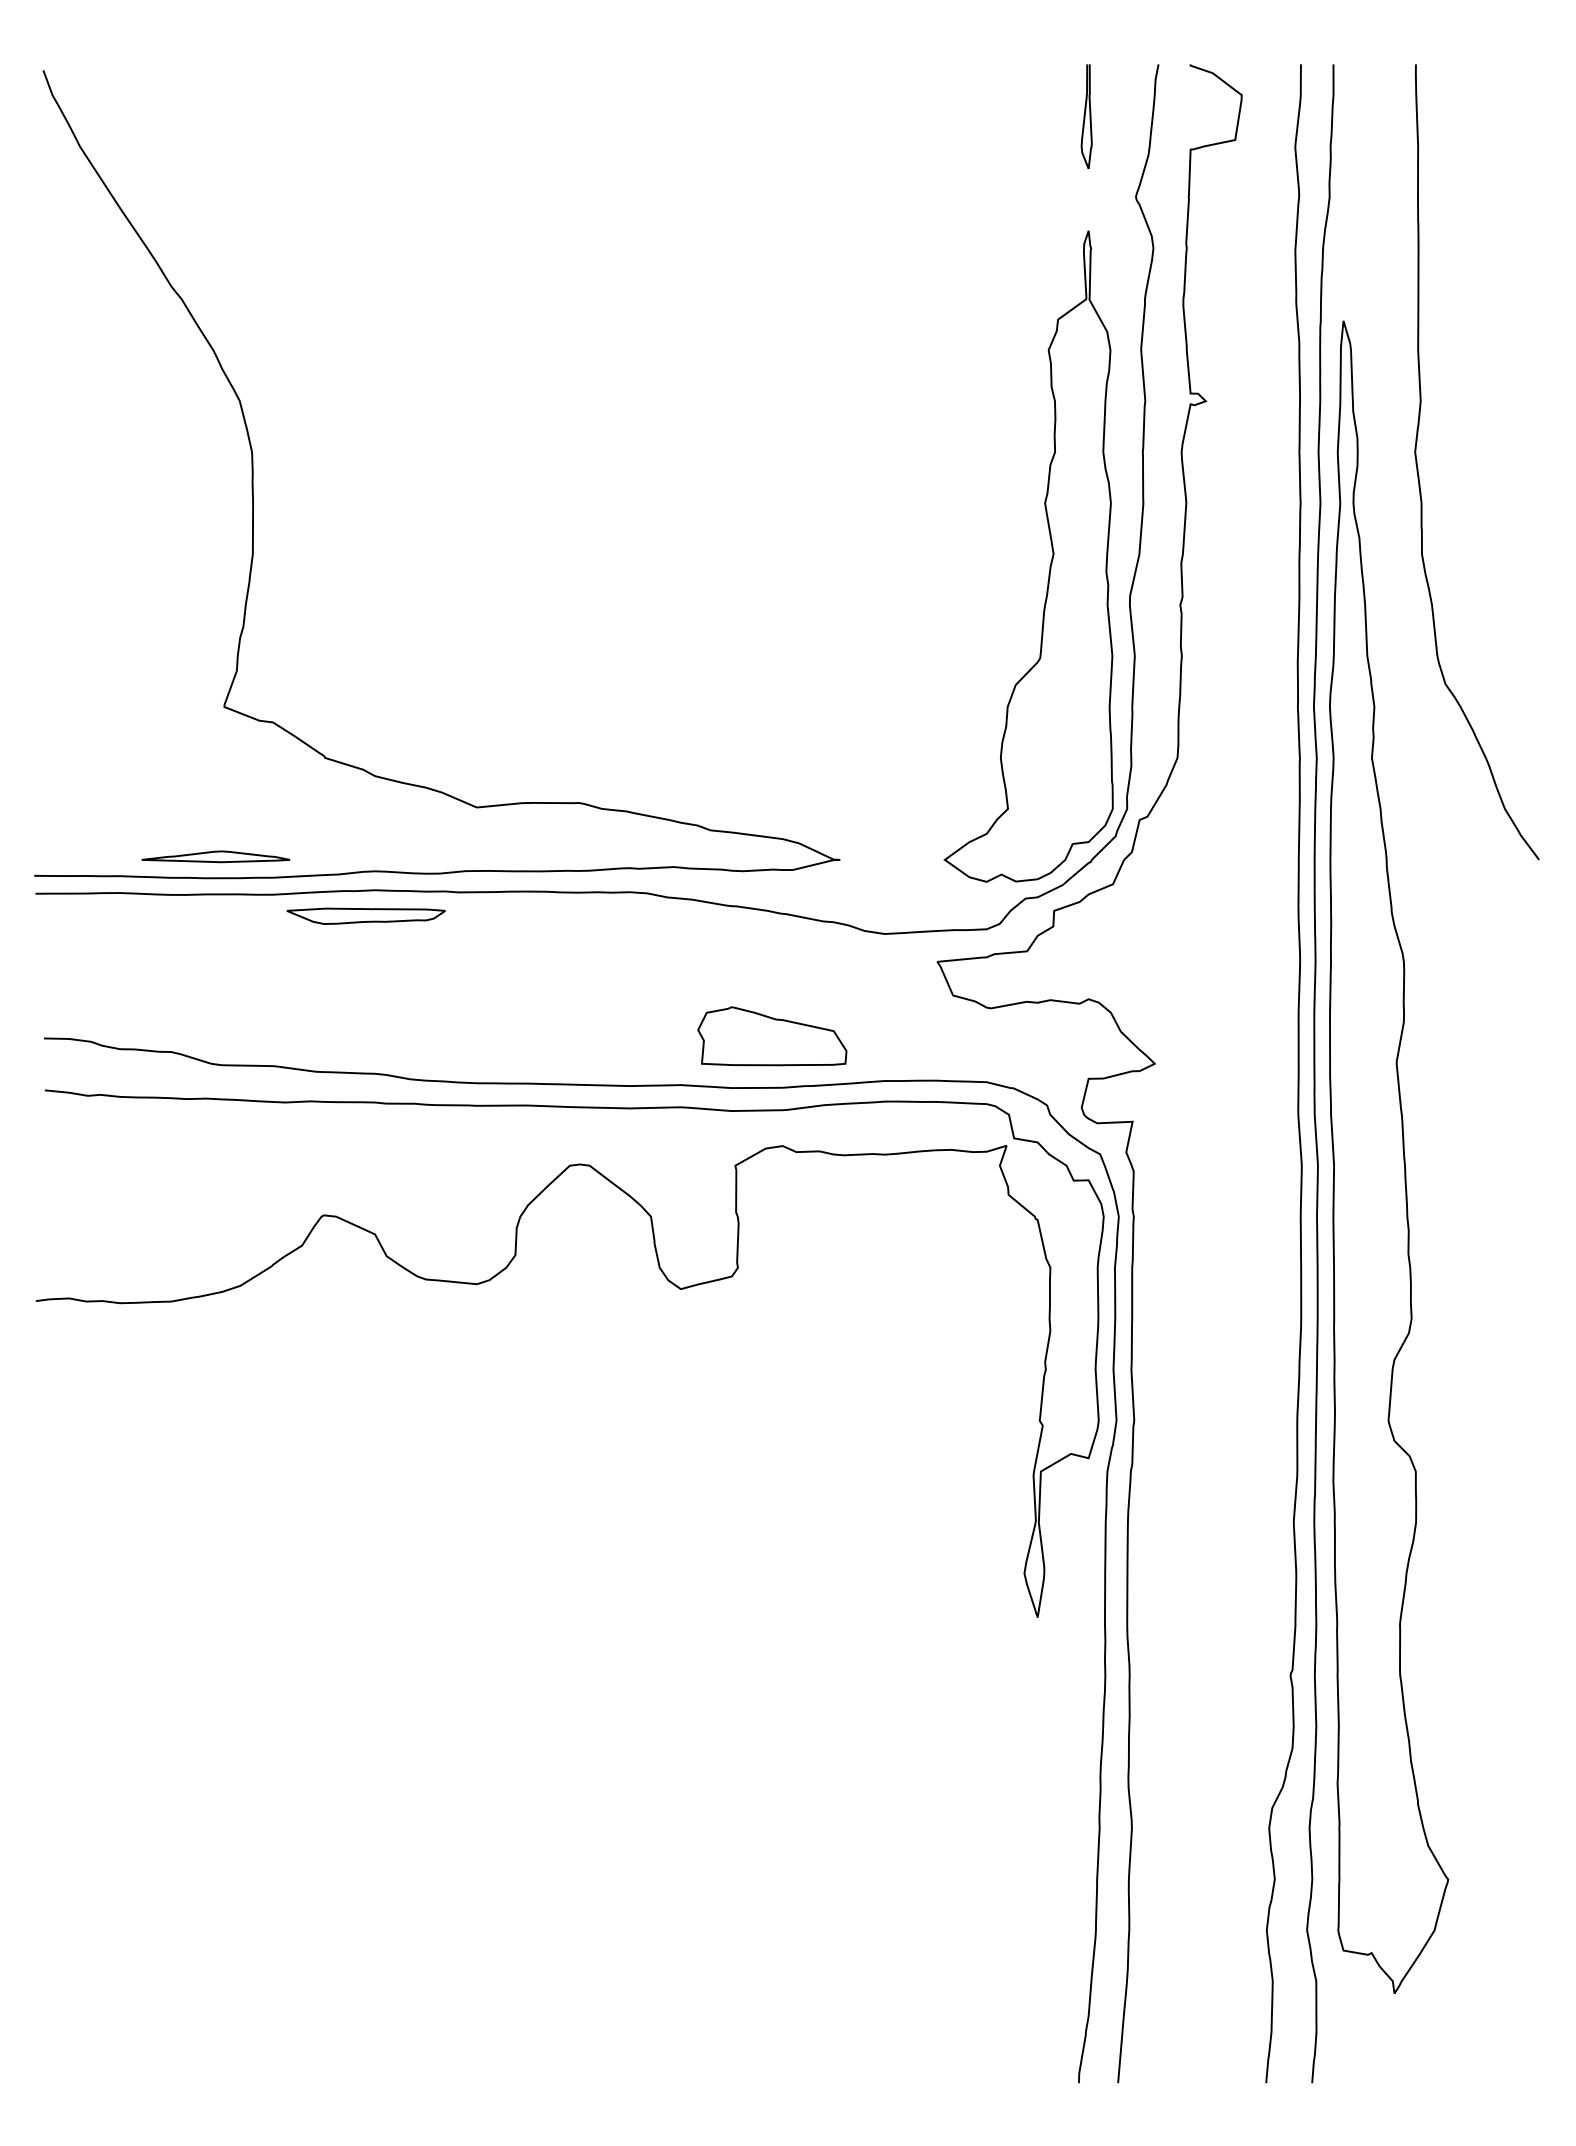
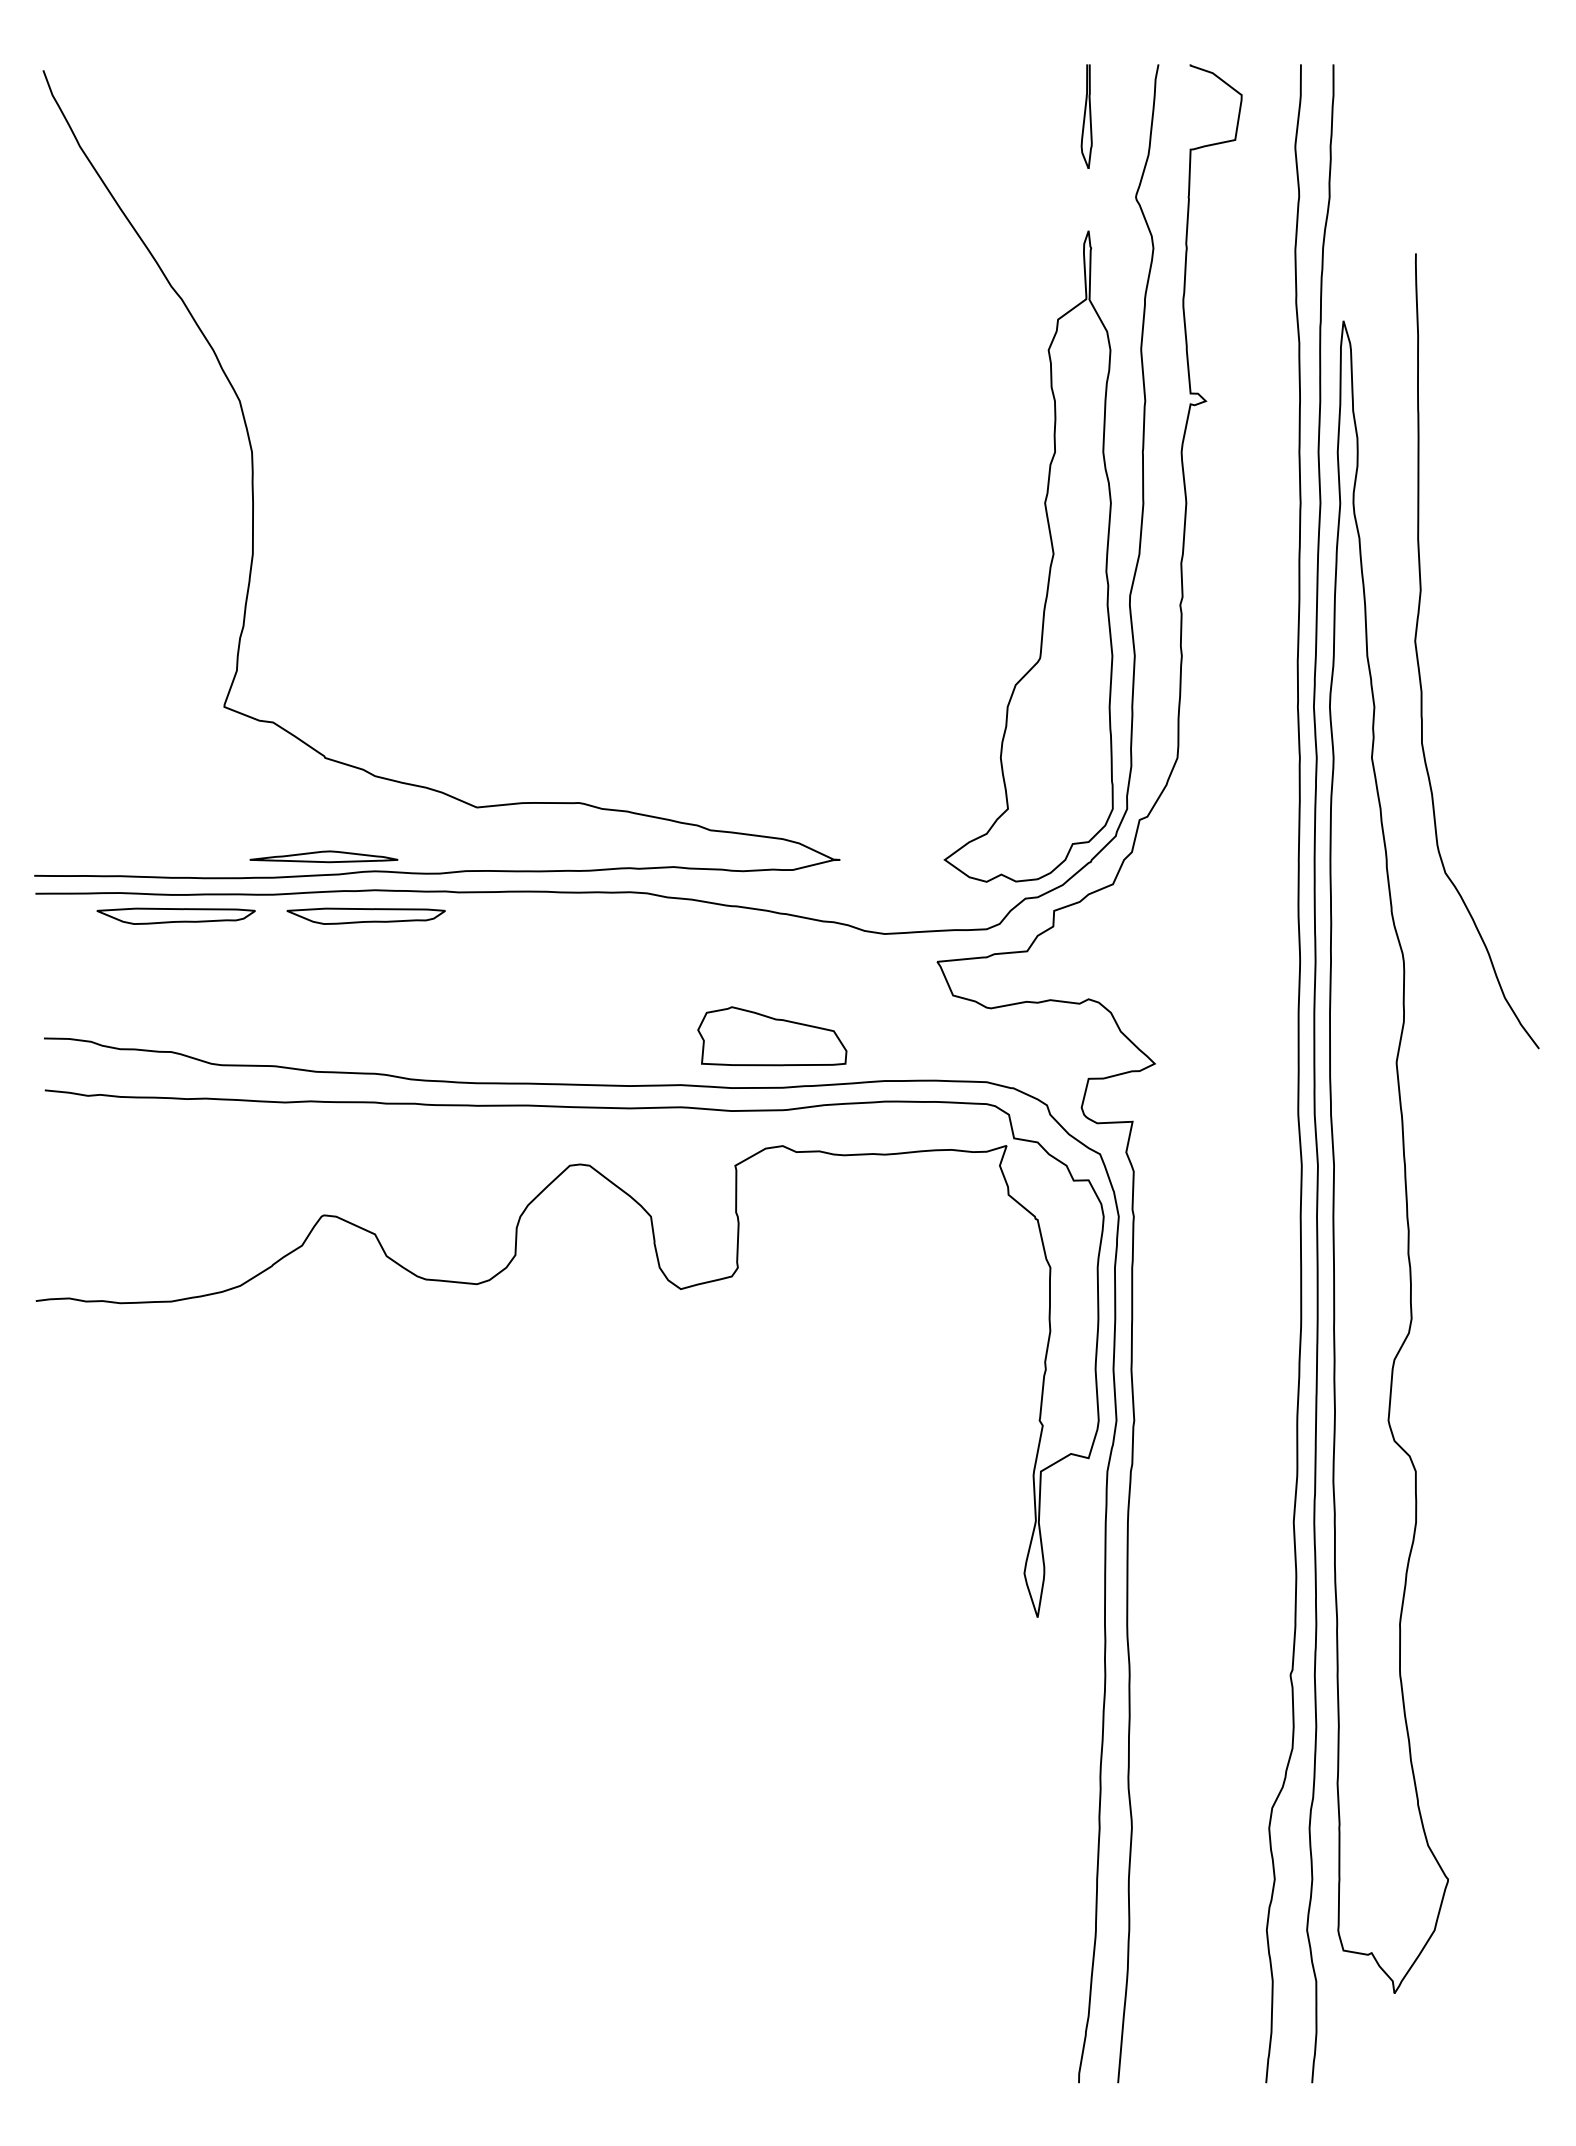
curve at (1418, 467) position: (1418, 467) -> (1418, 656)
part at (215, 856) position: (215, 856) -> (323, 856)
part at (175, 915): none -> present
